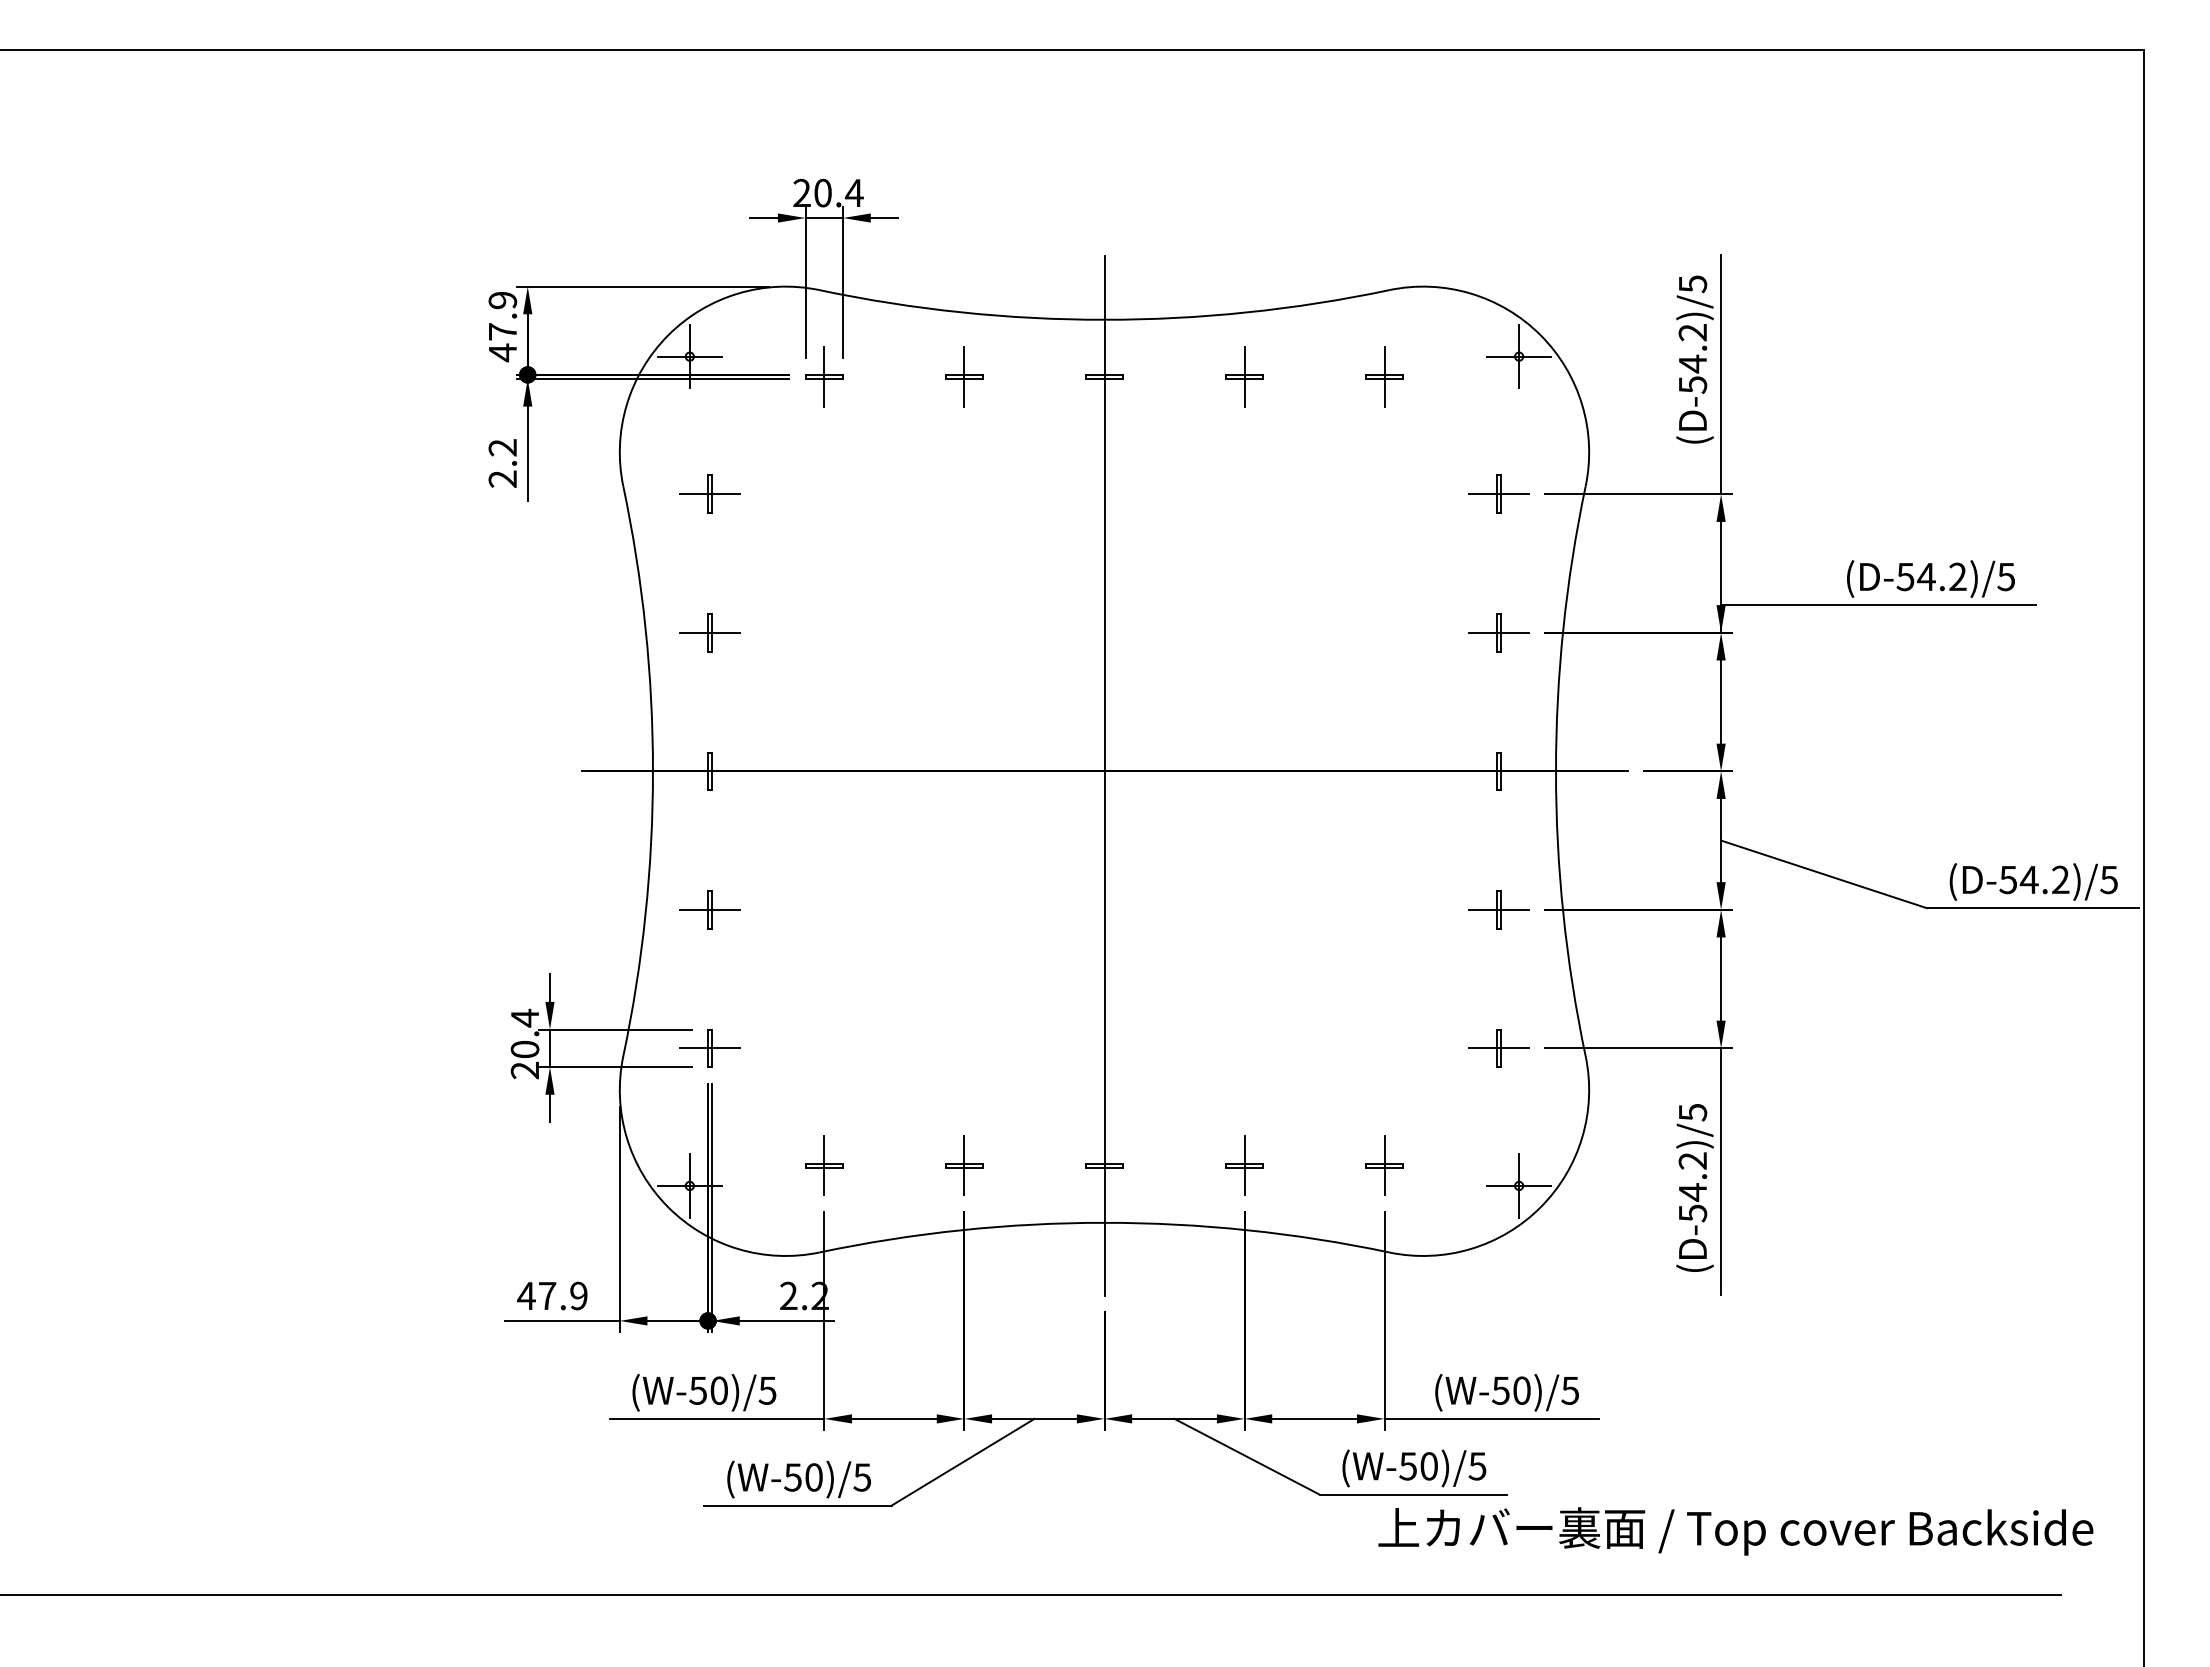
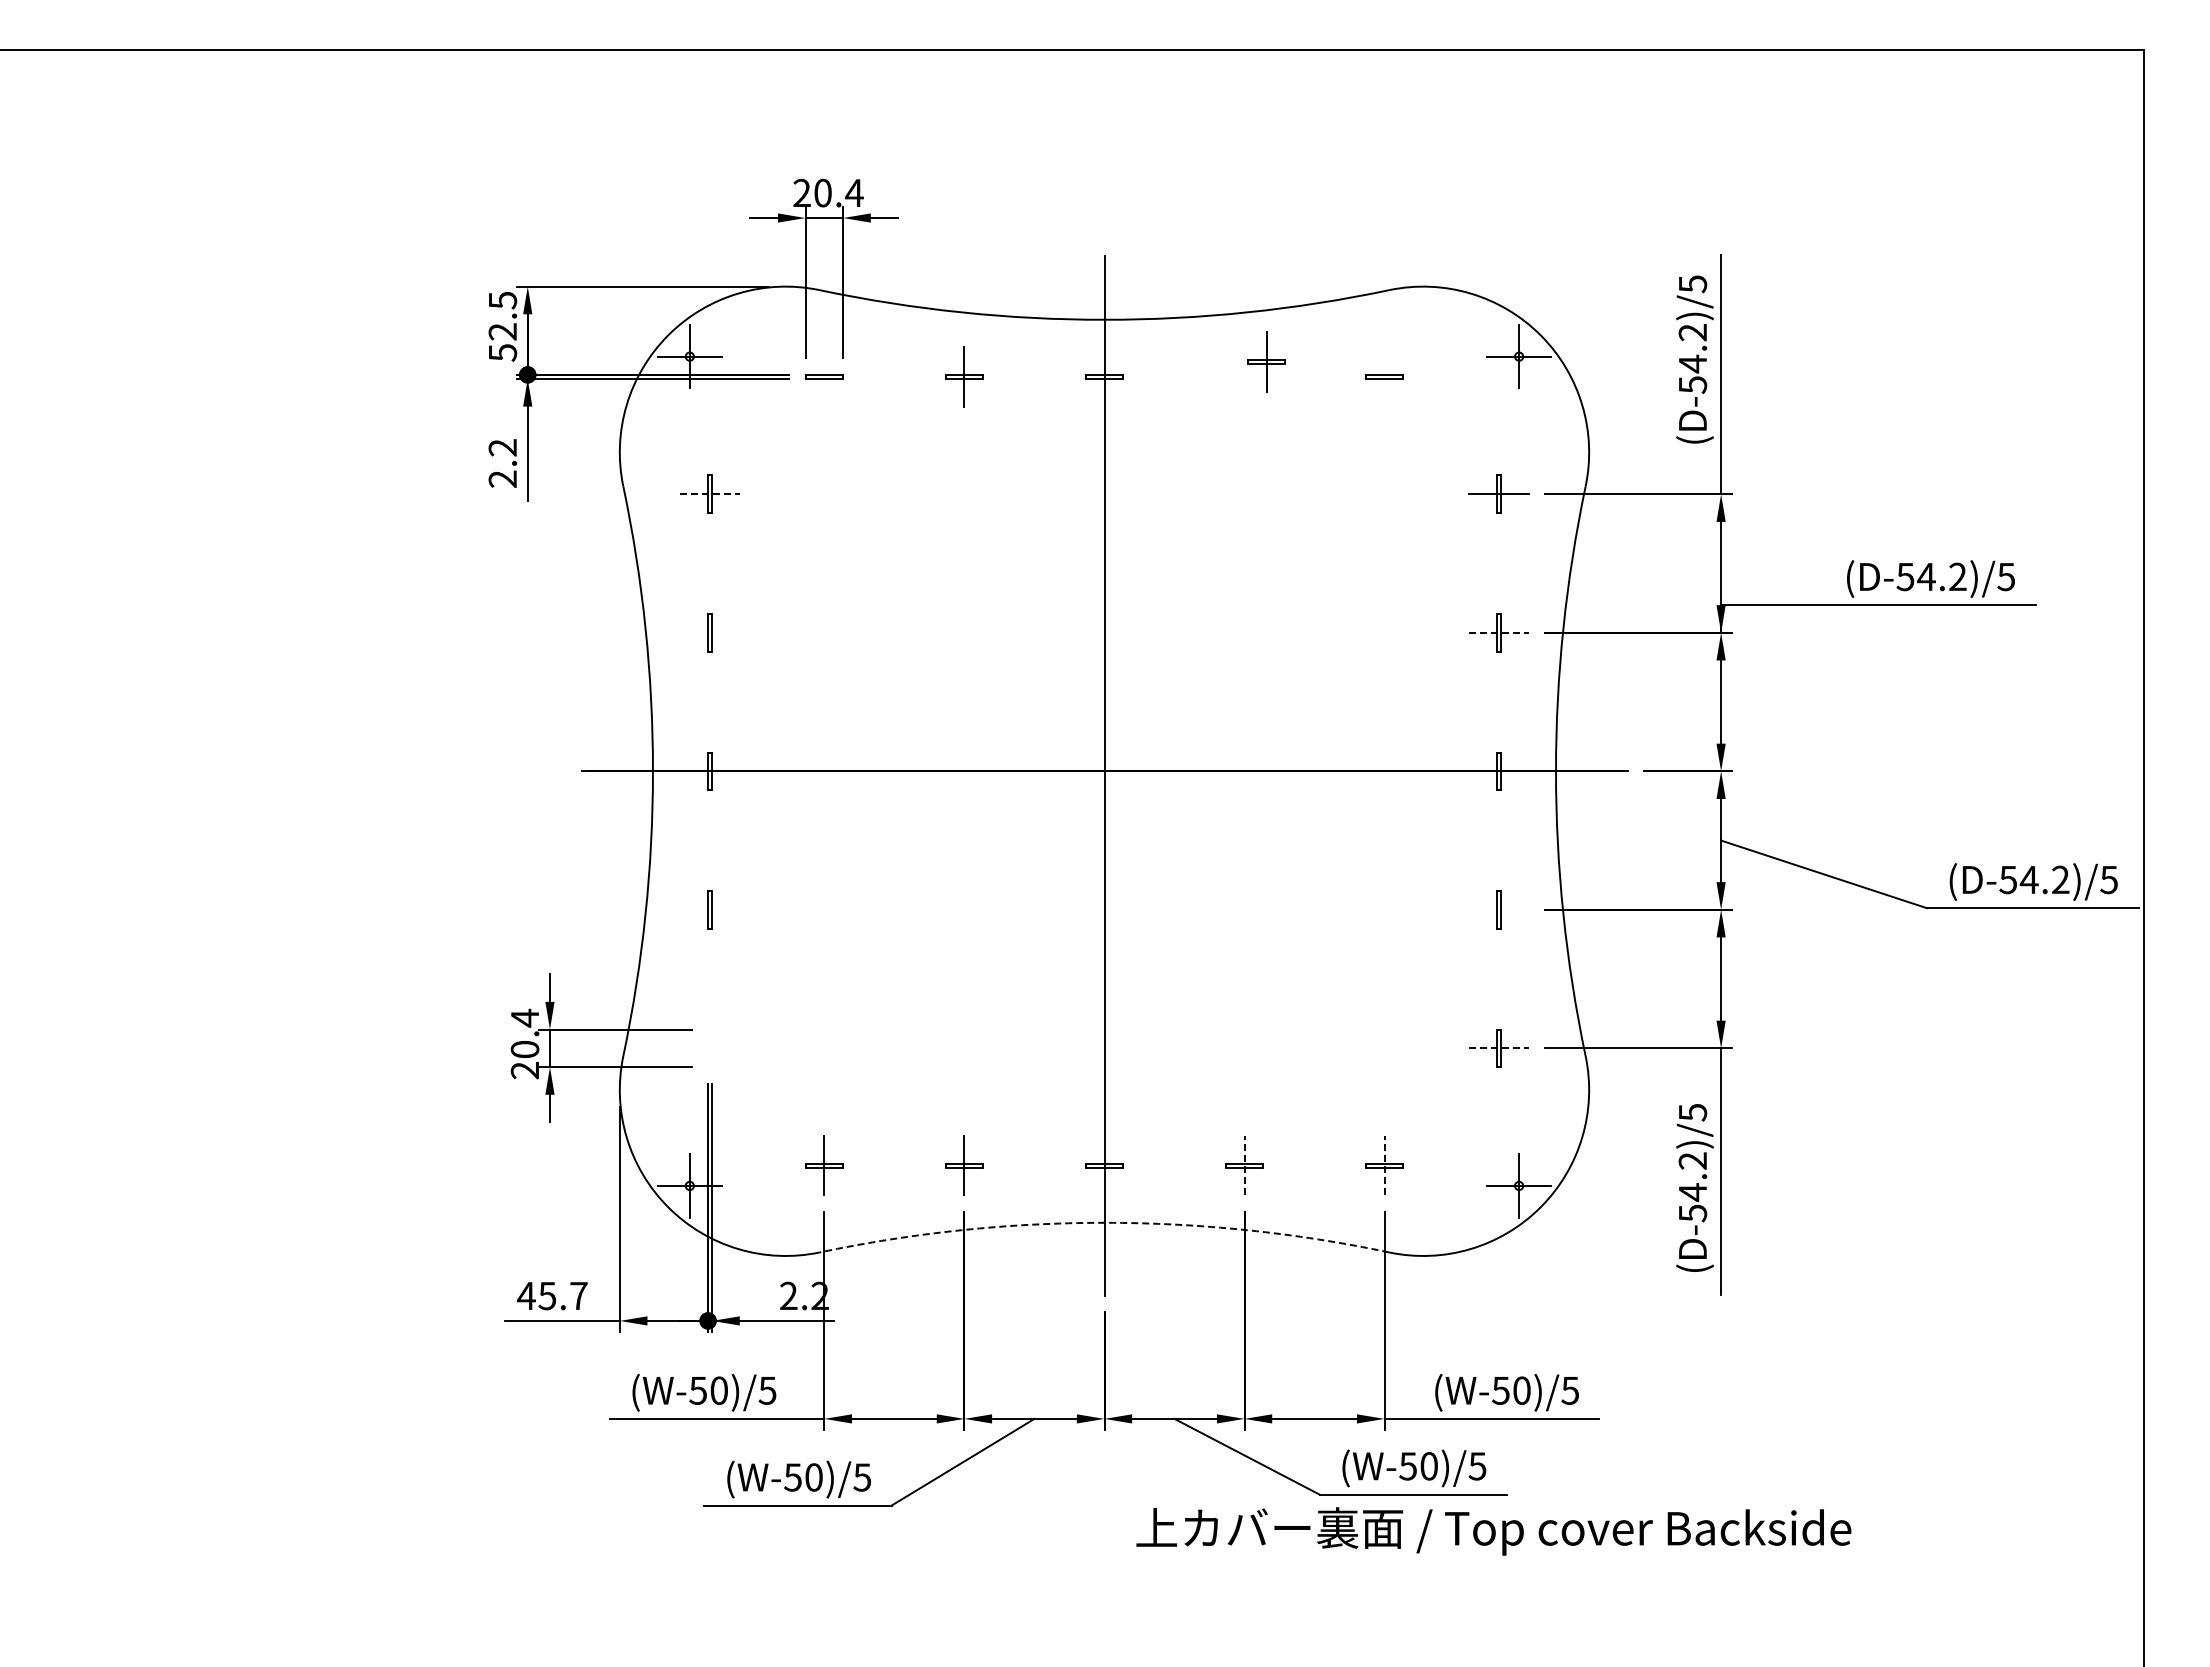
text at (502, 327): 47.9 -> 52.5
line at (824, 376): present -> none
part at (1244, 376) position: (1244, 376) -> (1266, 361)
line at (1384, 376): present -> none
line at (710, 494): solid -> dashed
line at (709, 632): present -> none
line at (1498, 632): solid -> dashed
line at (709, 909): present -> none
line at (1498, 909): present -> none
part at (709, 1048): present -> none
line at (1498, 1048): solid -> dashed
line at (1244, 1165): solid -> dashed
line at (1384, 1165): solid -> dashed
arc at (1104, 1222): solid -> dashed
text at (562, 1295): 47.9 -> 45.7
text at (1735, 1531) position: (1735, 1531) -> (1493, 1531)
line at (1031, 1594): present -> none
